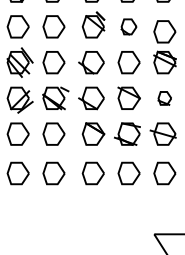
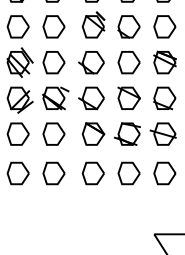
part at (128, 26) size: 18x18 px -> 24x24 px
part at (164, 31) position: (164, 31) -> (164, 26)
part at (164, 98) size: 15x15 px -> 24x25 px
